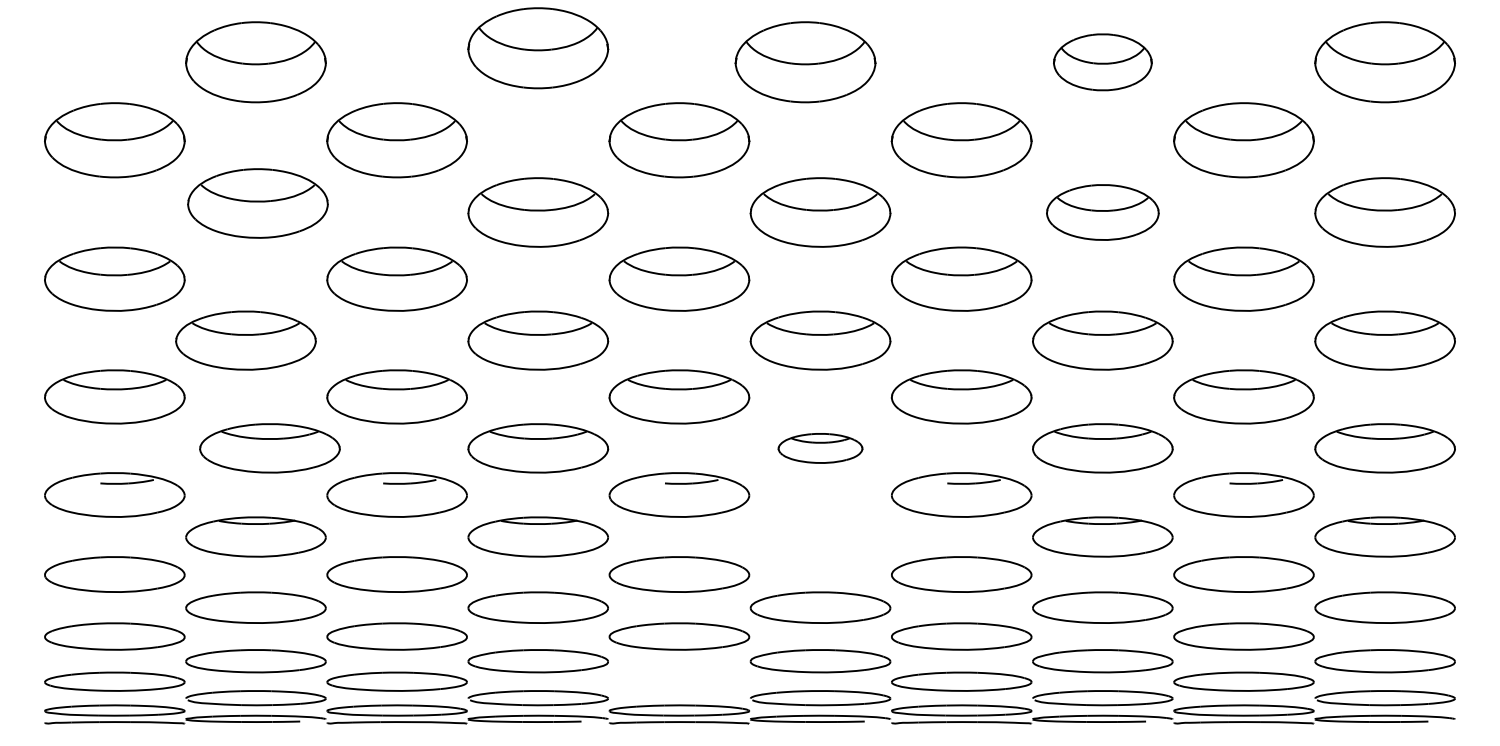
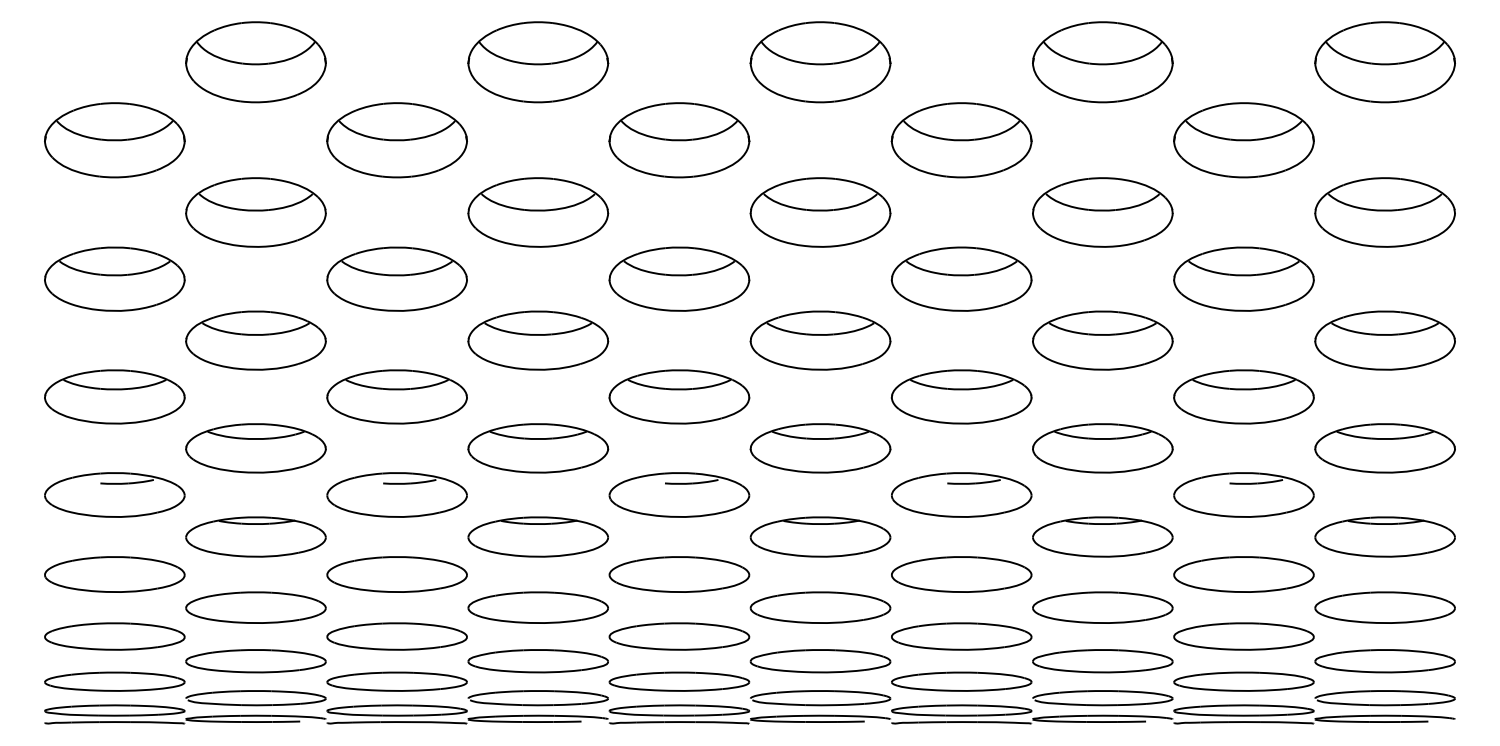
part at (538, 48) position: (538, 48) -> (538, 62)
part at (805, 62) position: (805, 62) -> (820, 62)
part at (1102, 62) size: 100x59 px -> 142x83 px
part at (257, 203) position: (257, 203) -> (255, 212)
part at (1102, 212) size: 114x57 px -> 142x71 px
part at (245, 340) position: (245, 340) -> (255, 340)
part at (269, 448) position: (269, 448) -> (255, 448)
part at (820, 448) size: 87x31 px -> 143x51 px
part at (820, 536): none -> present
part at (679, 681): none -> present
